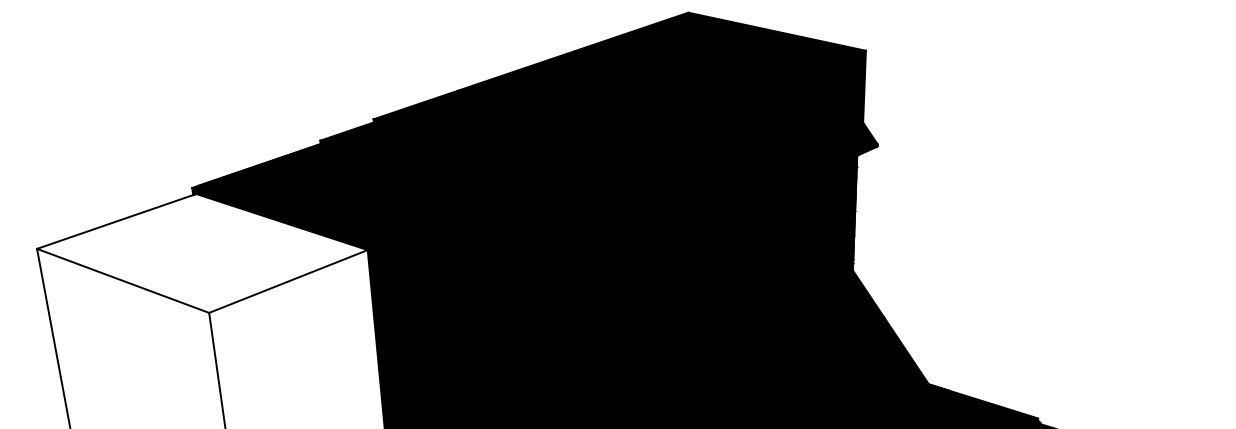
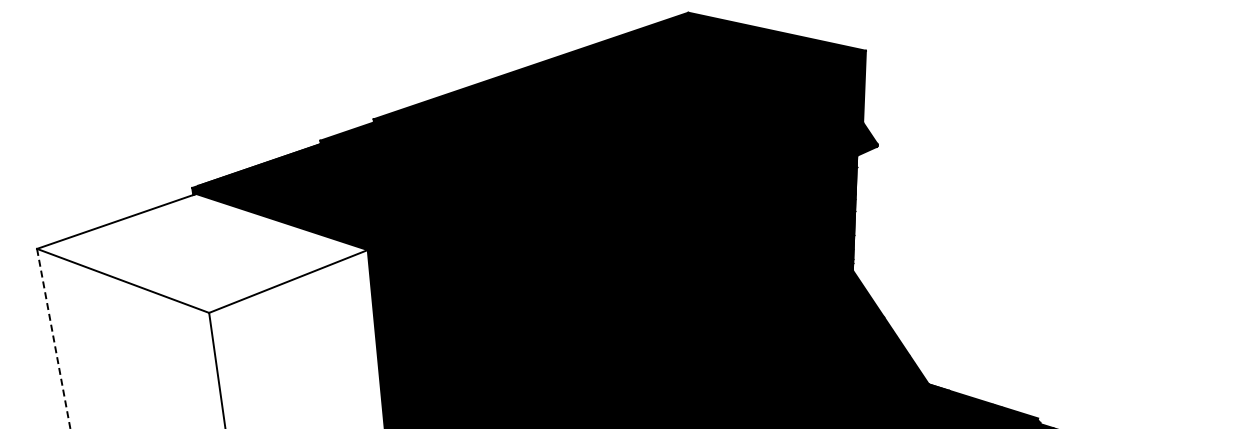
line at (53, 338): solid -> dashed
